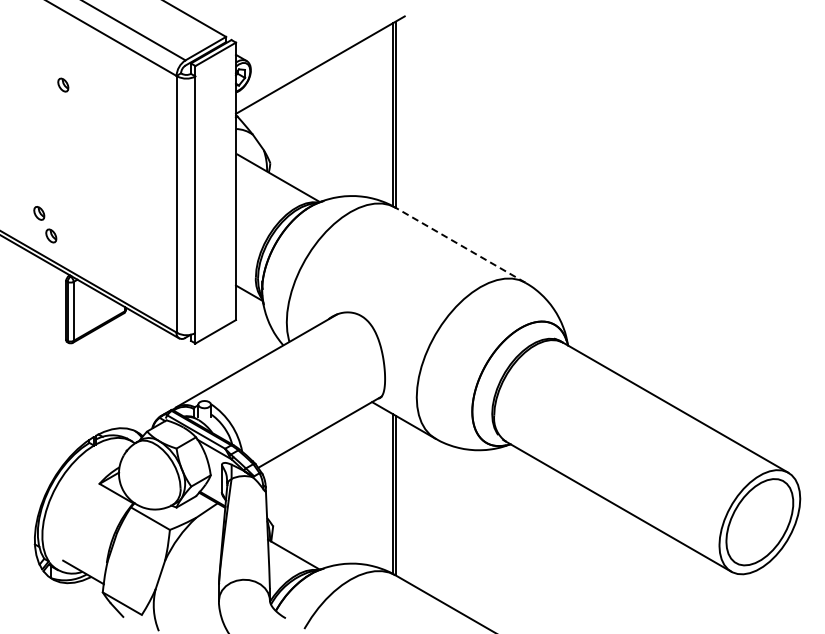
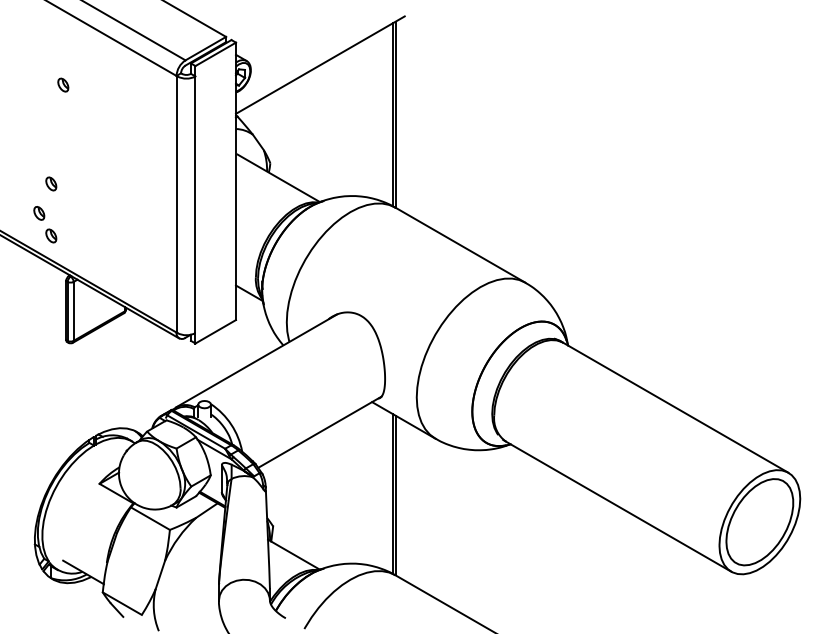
part at (51, 183): none -> present
line at (460, 244): dashed -> solid
